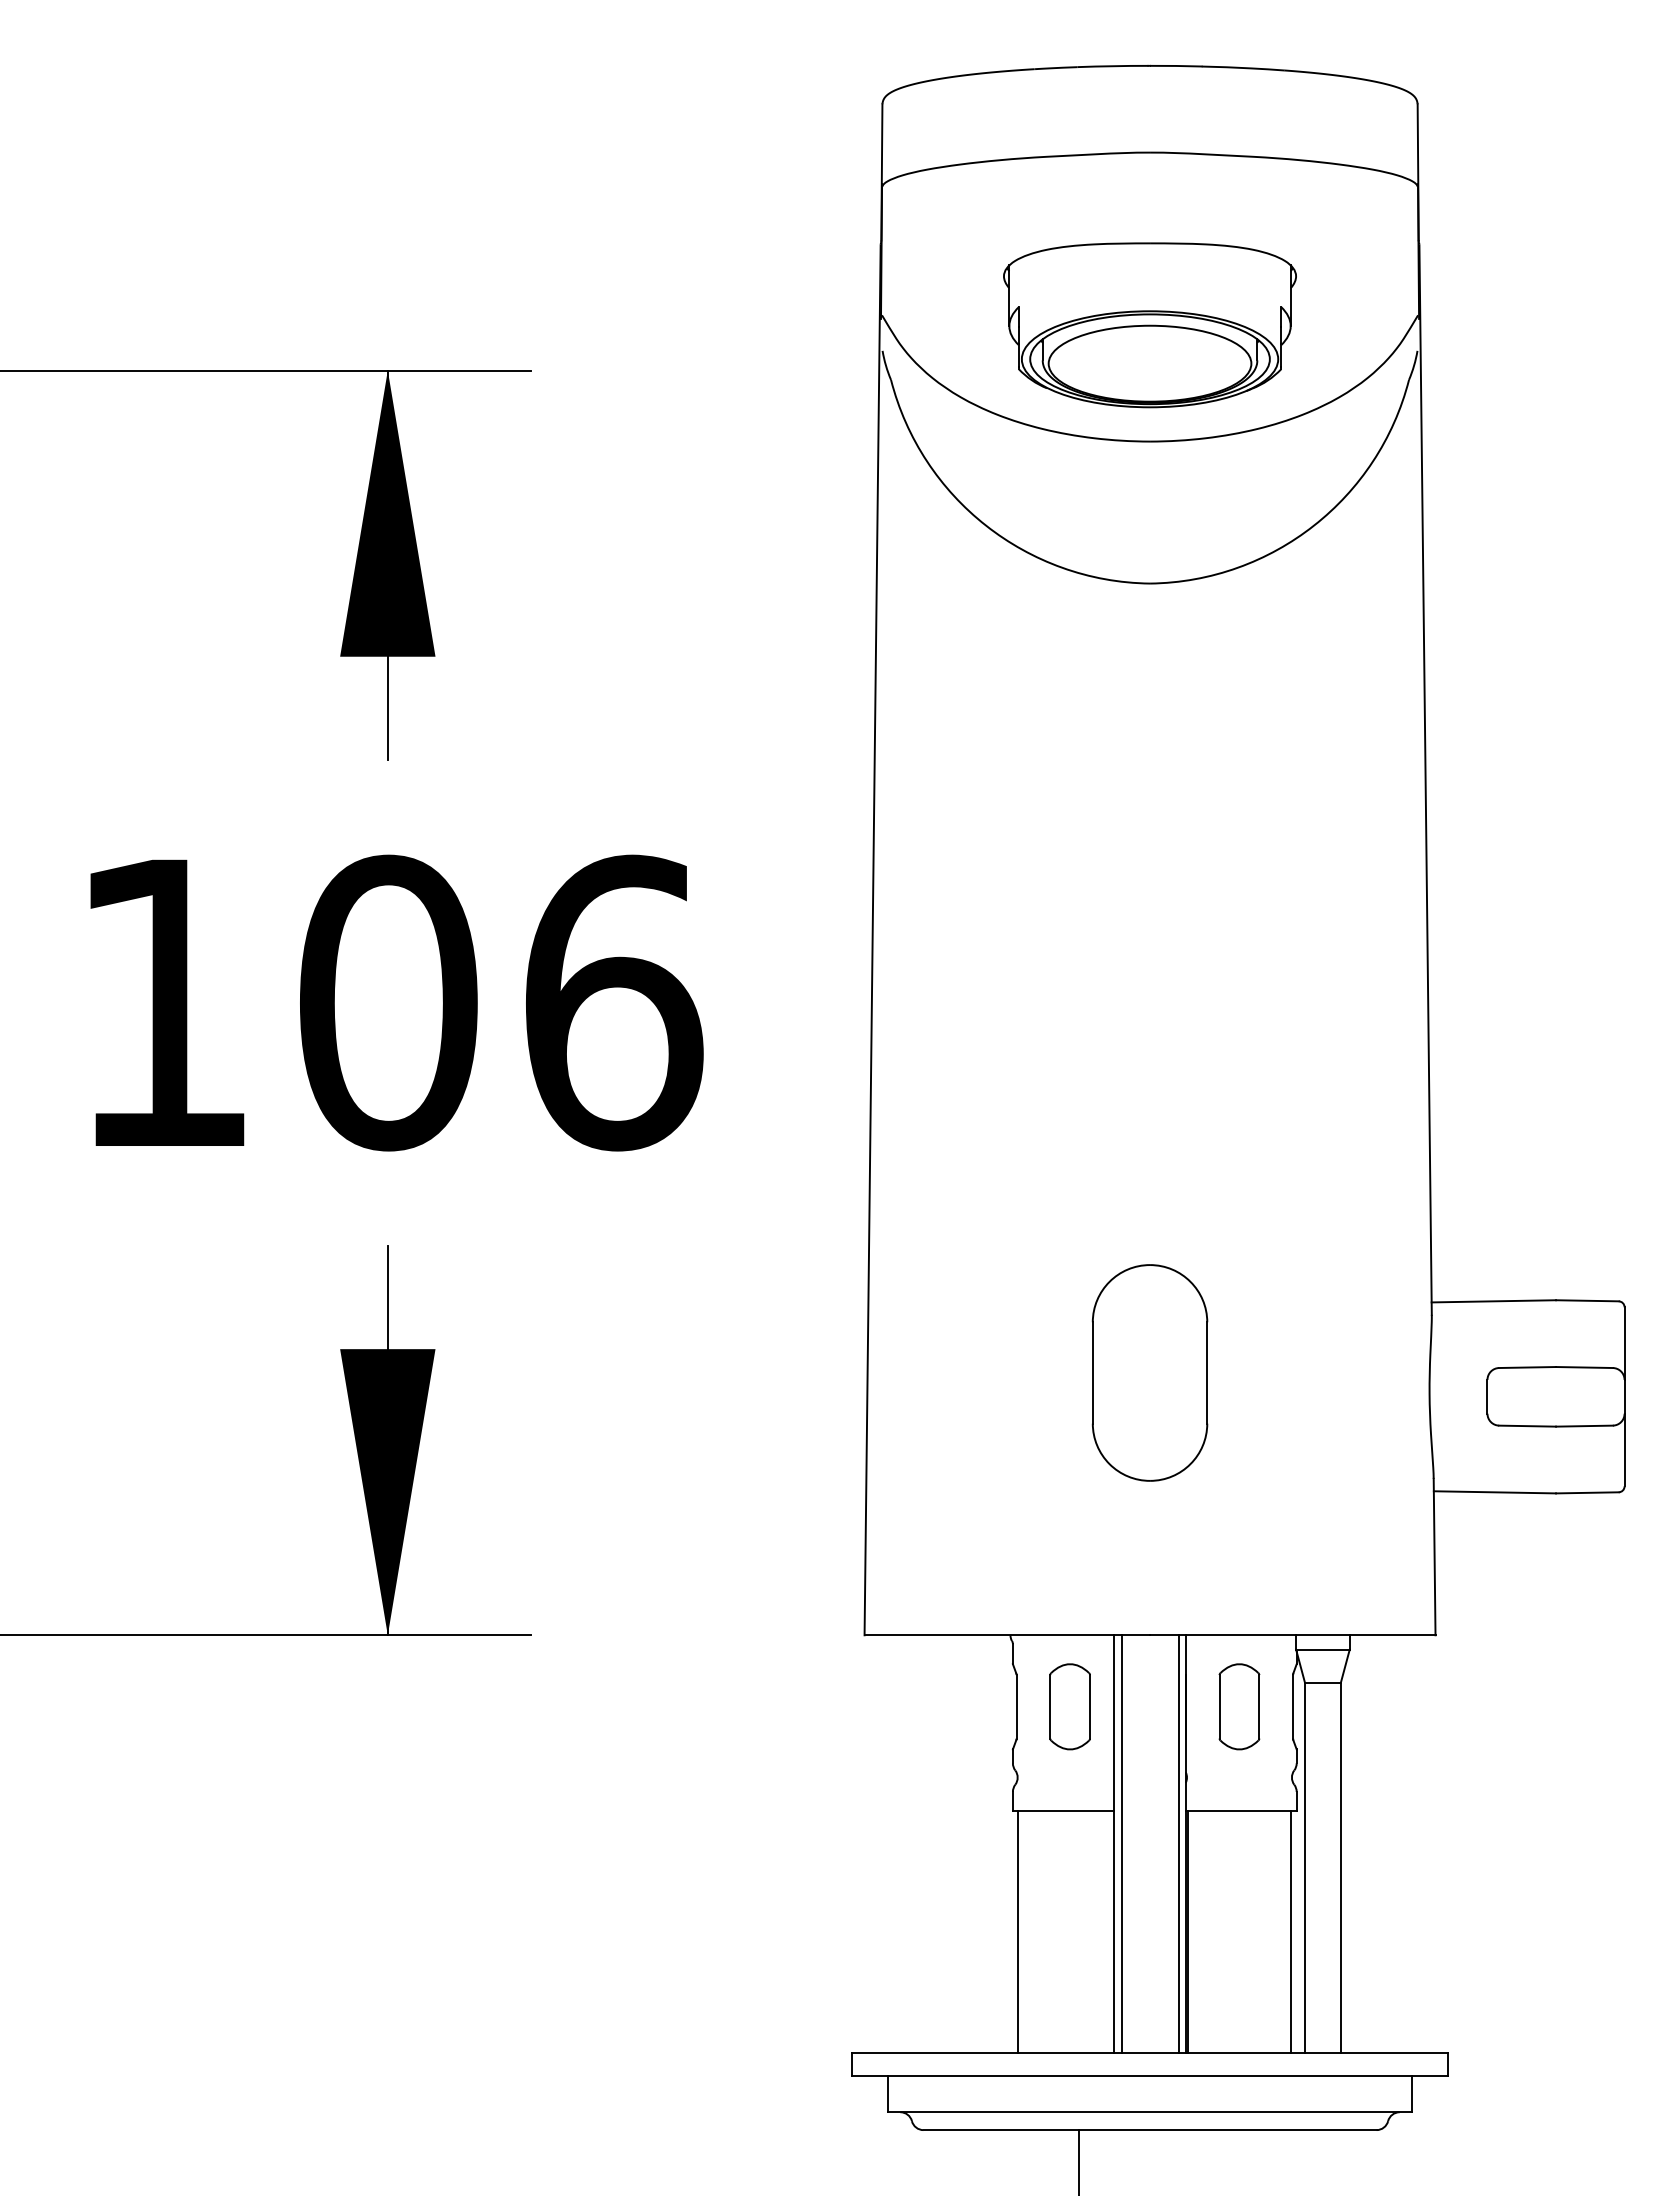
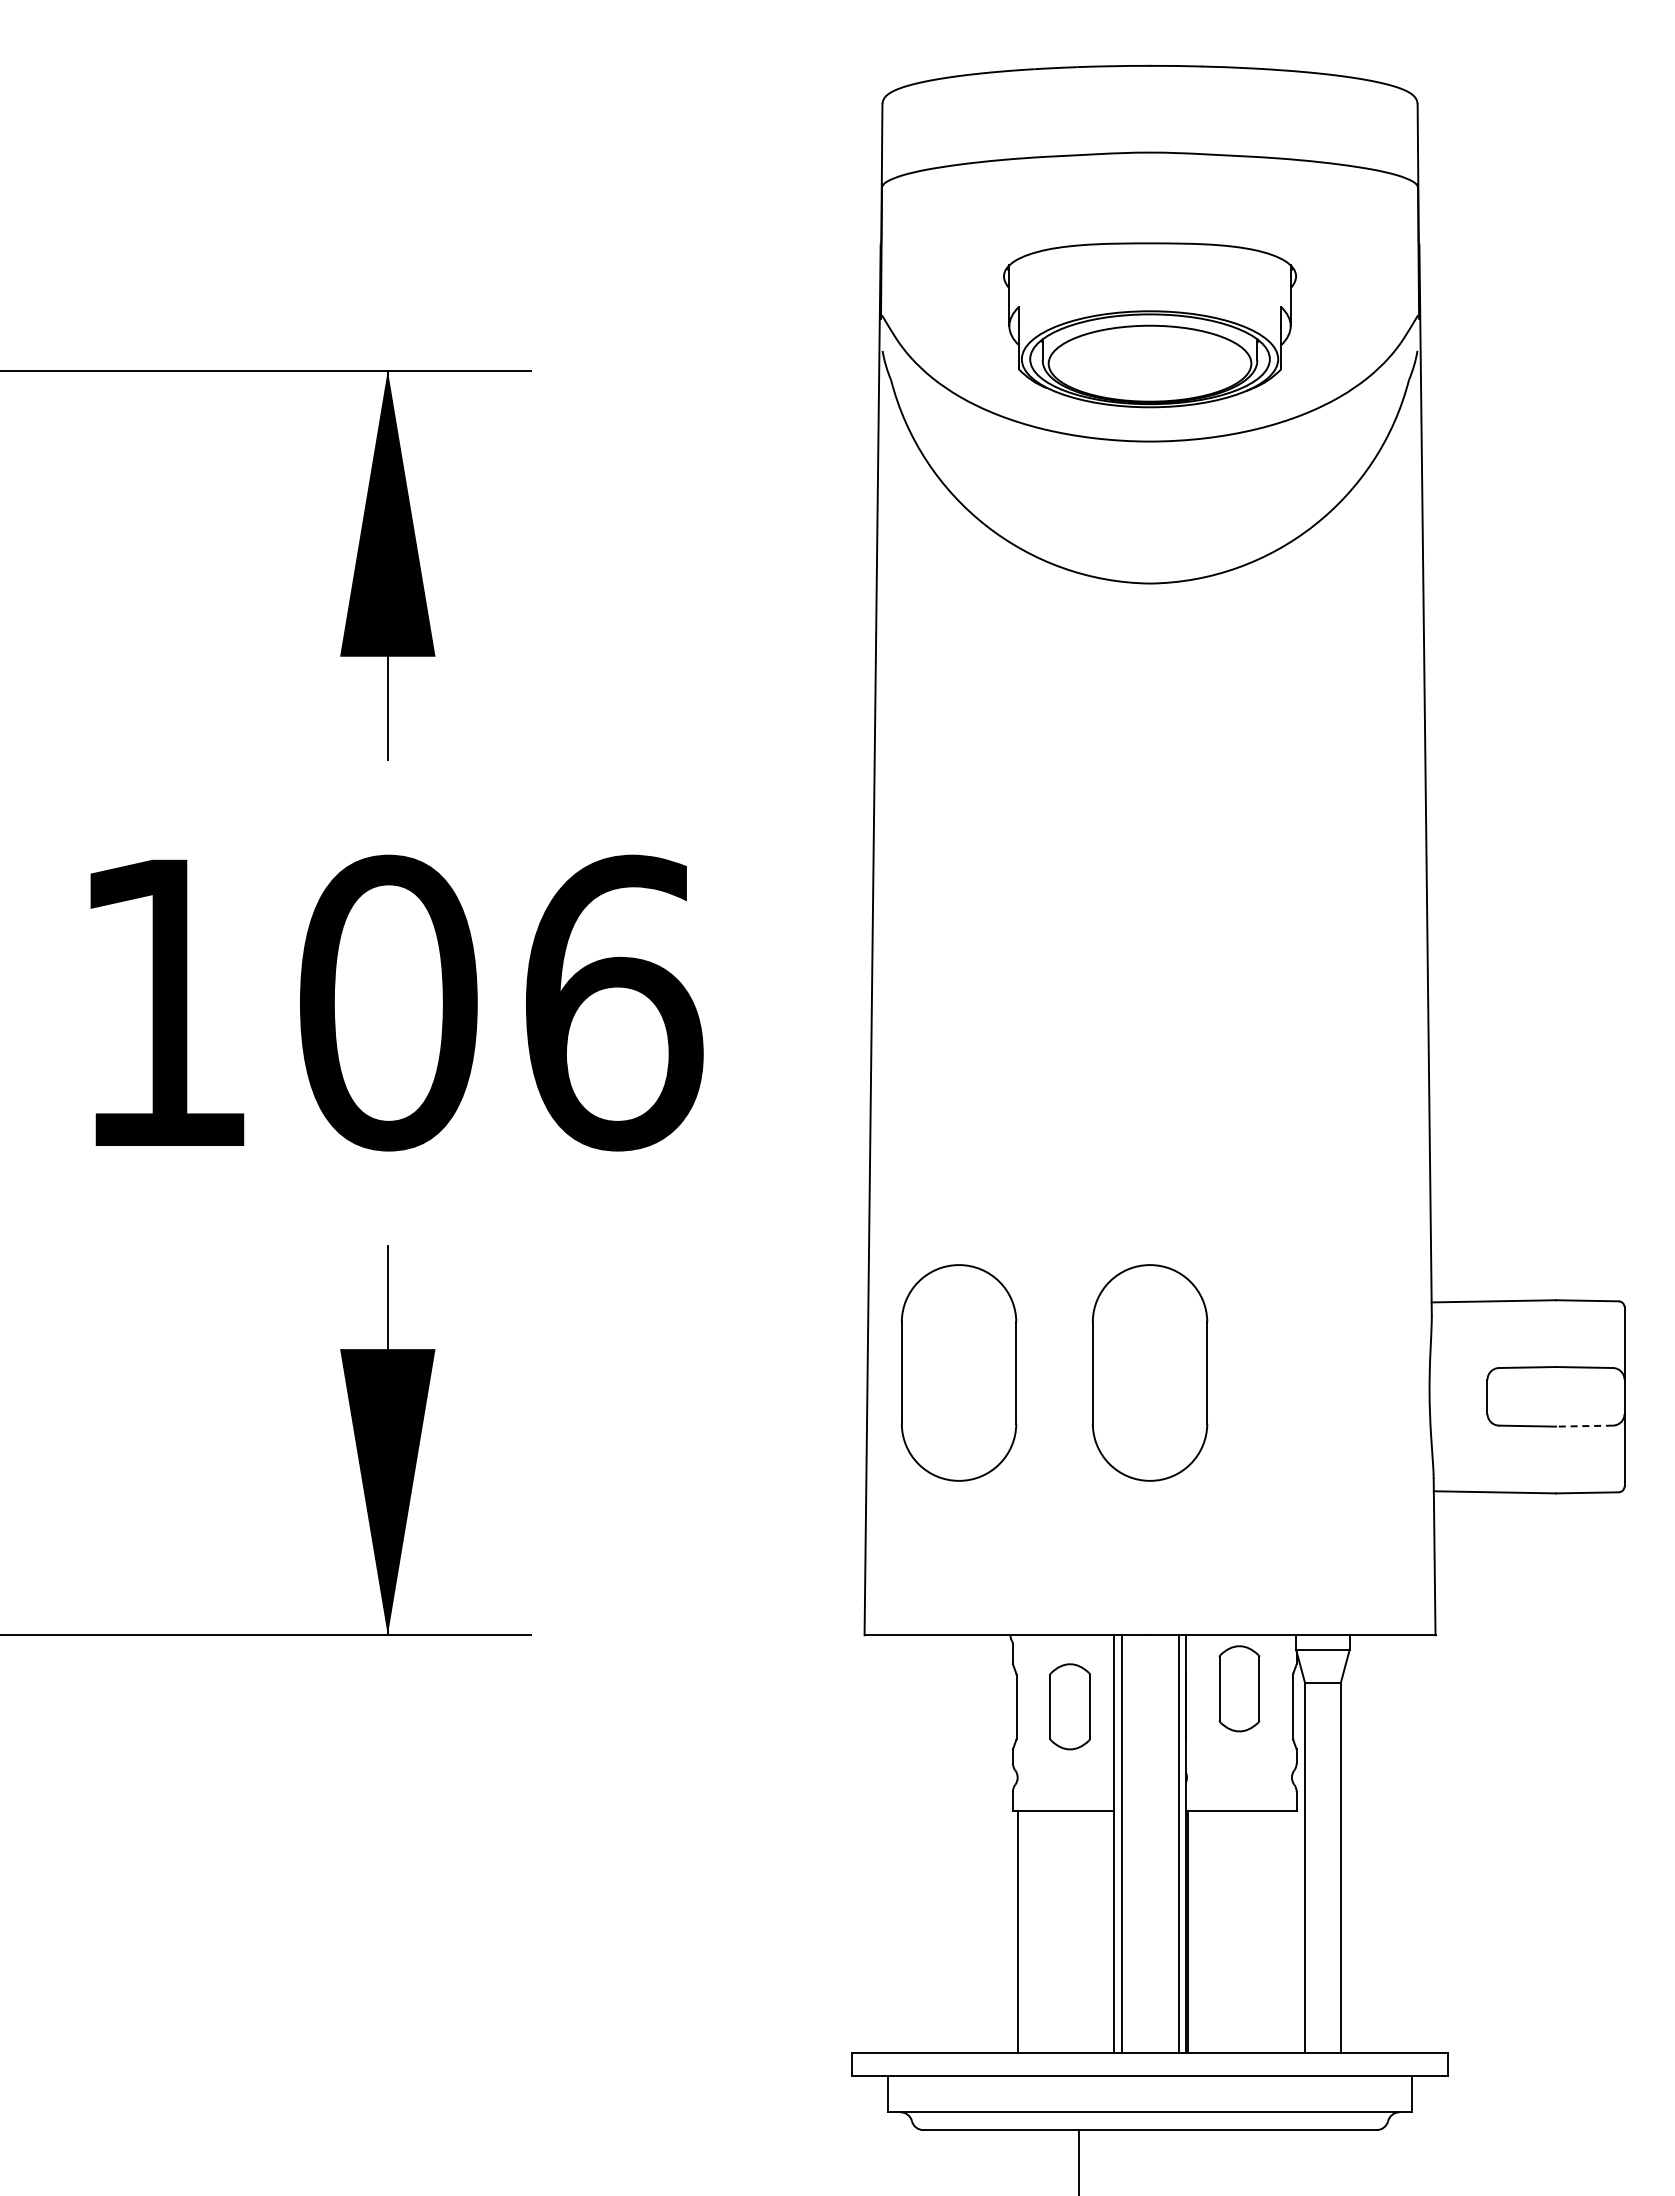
part at (958, 1372): none -> present
line at (1583, 1426): solid -> dashed
part at (1239, 1706) position: (1239, 1706) -> (1239, 1688)
line at (1291, 1931): present -> none
